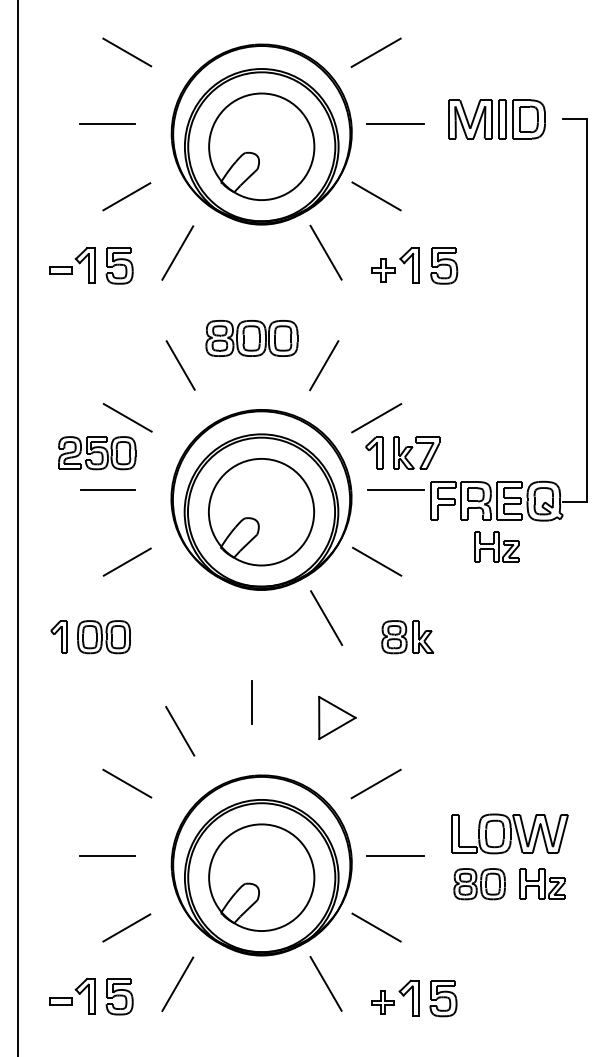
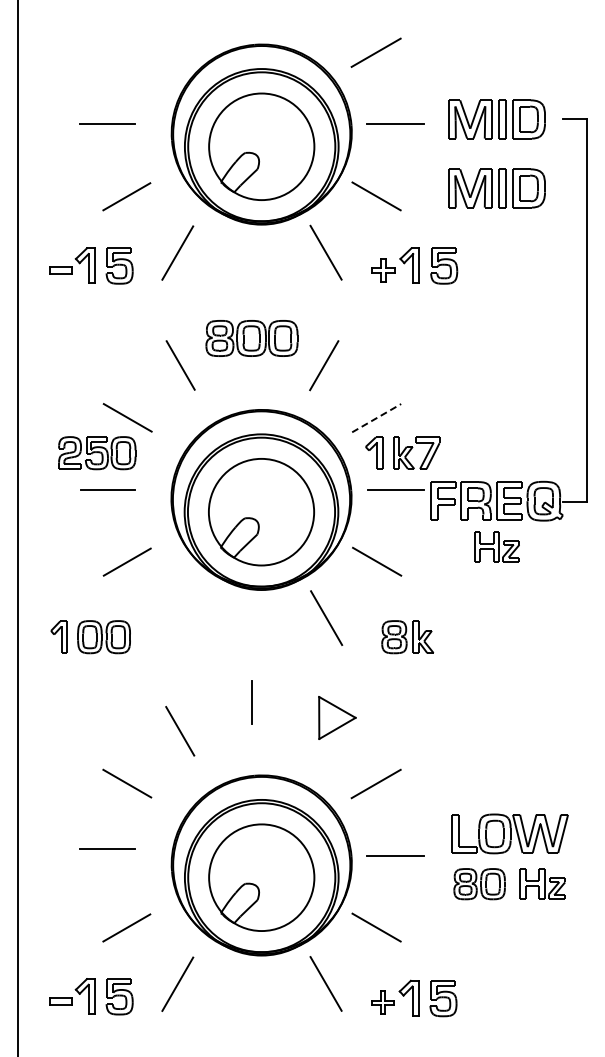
line at (127, 52): present -> none
part at (496, 188): none -> present
line at (377, 417): solid -> dashed
line at (107, 855) position: (107, 855) -> (107, 848)
